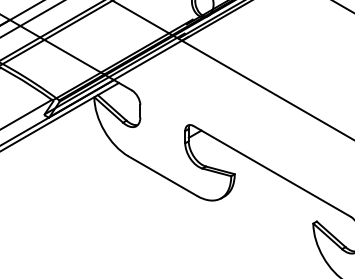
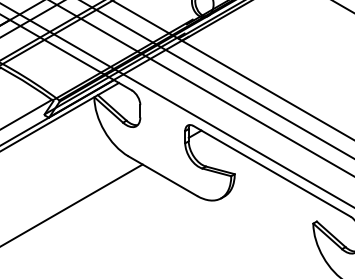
line at (217, 79): none -> present
line at (201, 88): none -> present
line at (176, 105): none -> present
line at (72, 204): none -> present
